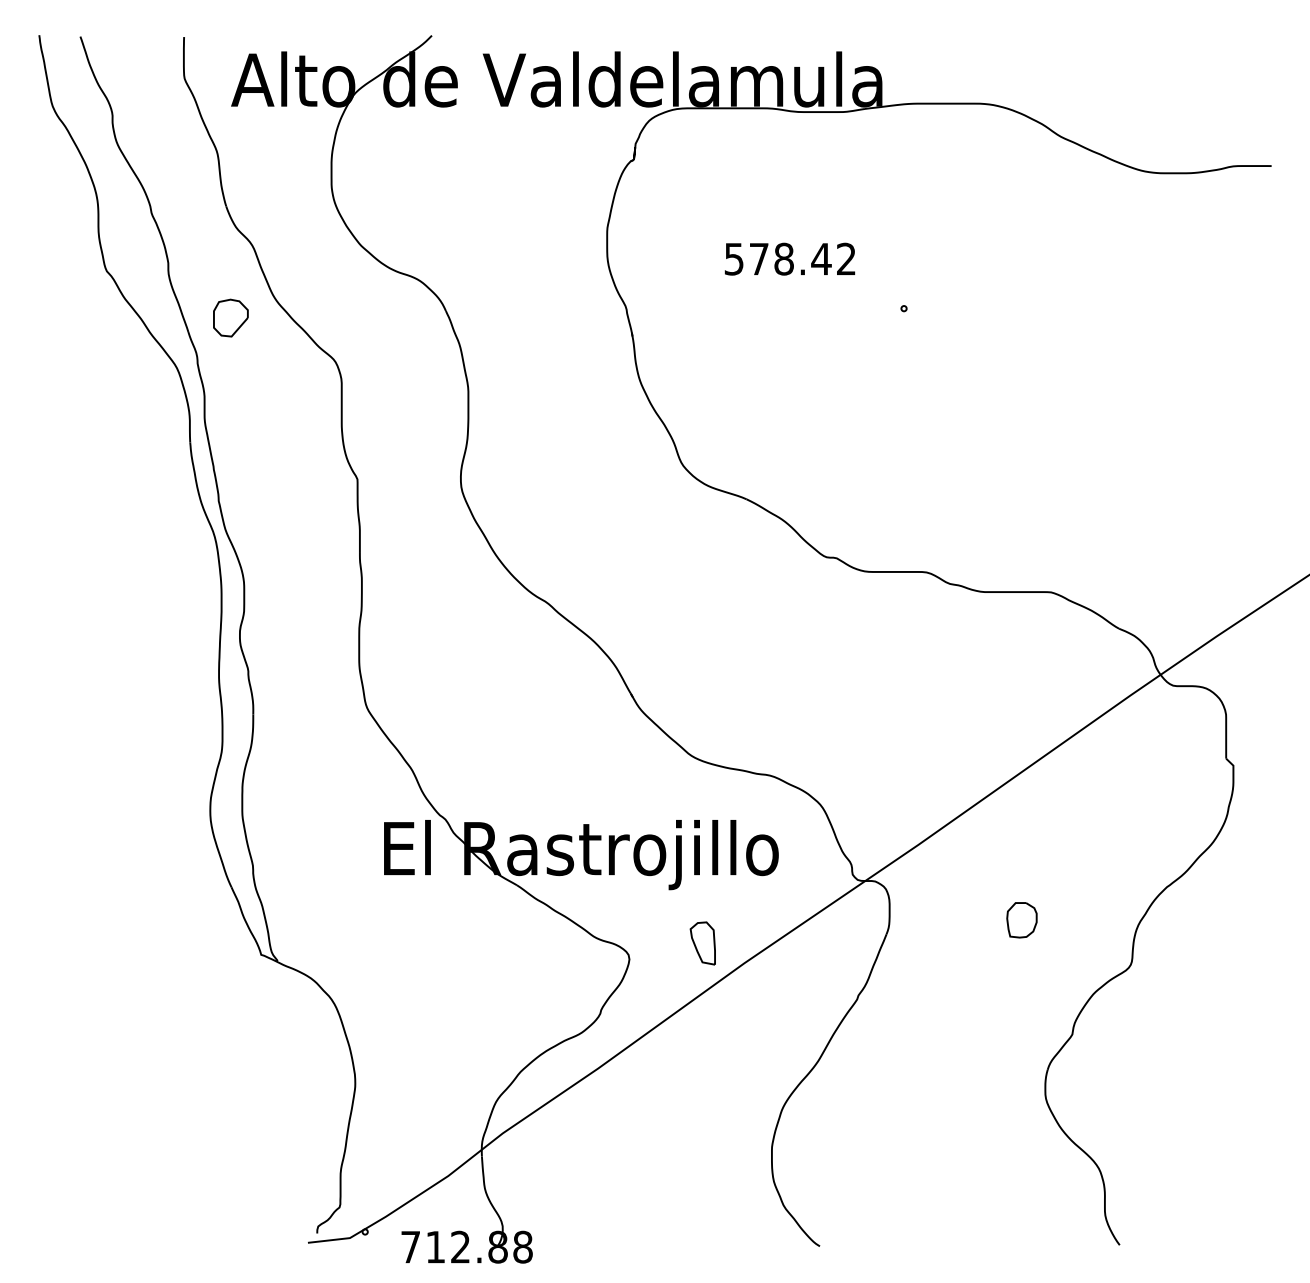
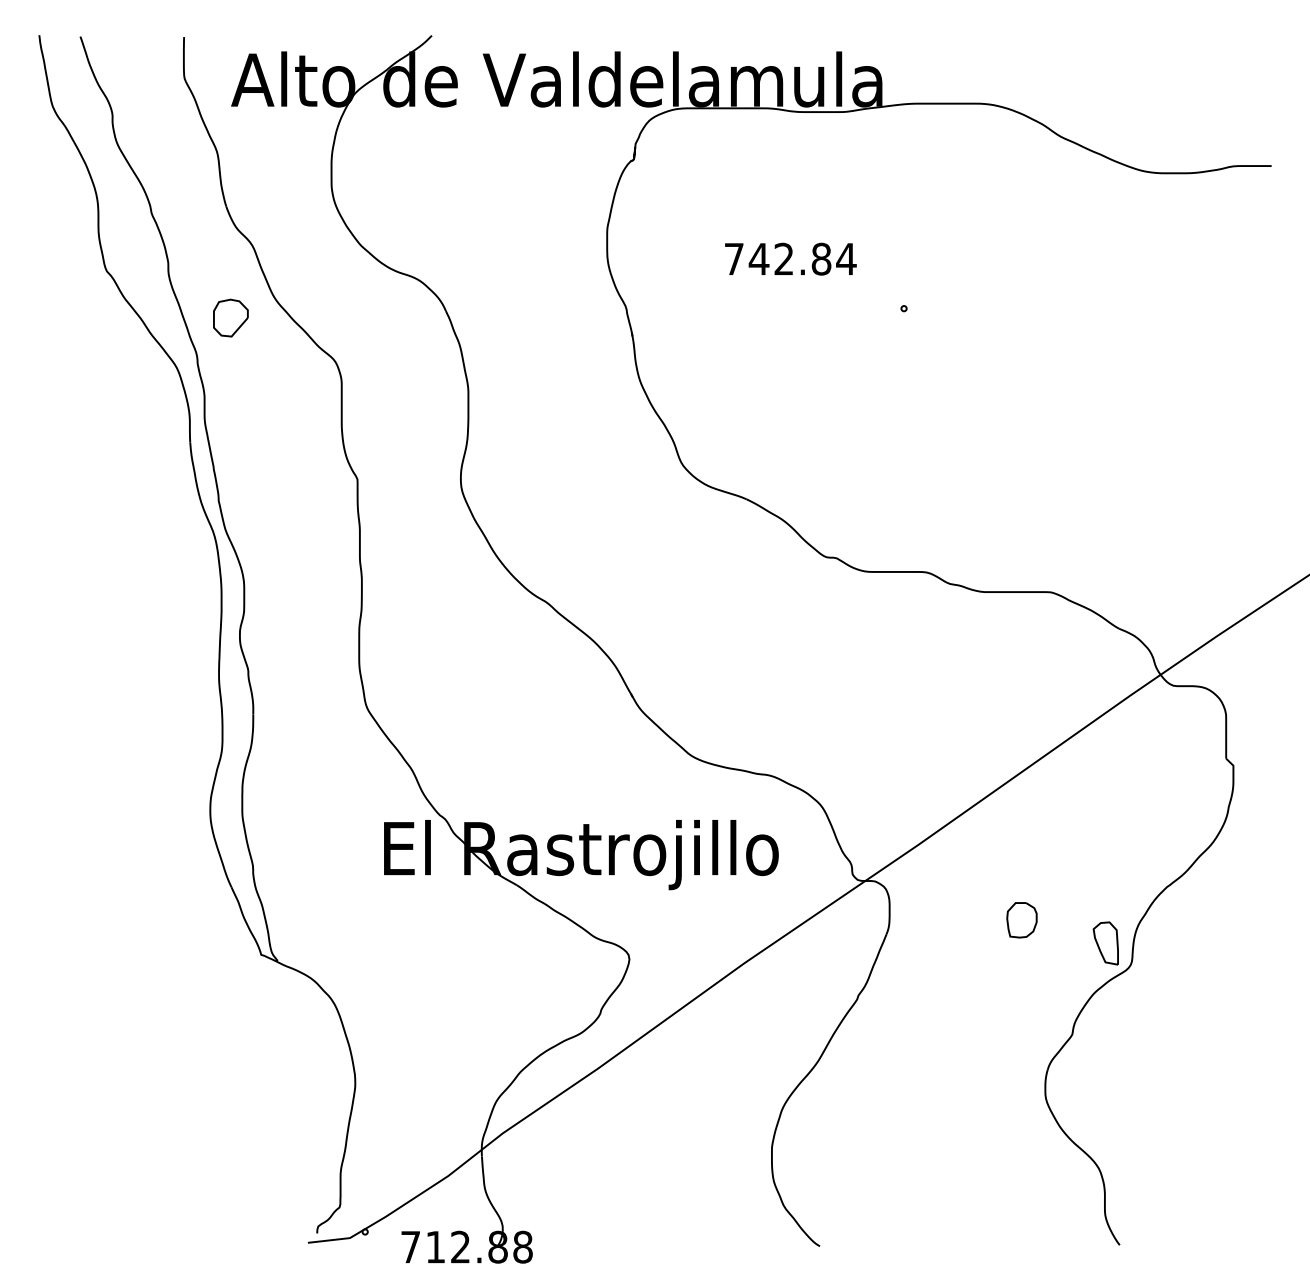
text at (790, 258): 578.42 -> 742.84
part at (702, 943) position: (702, 943) -> (1105, 943)
